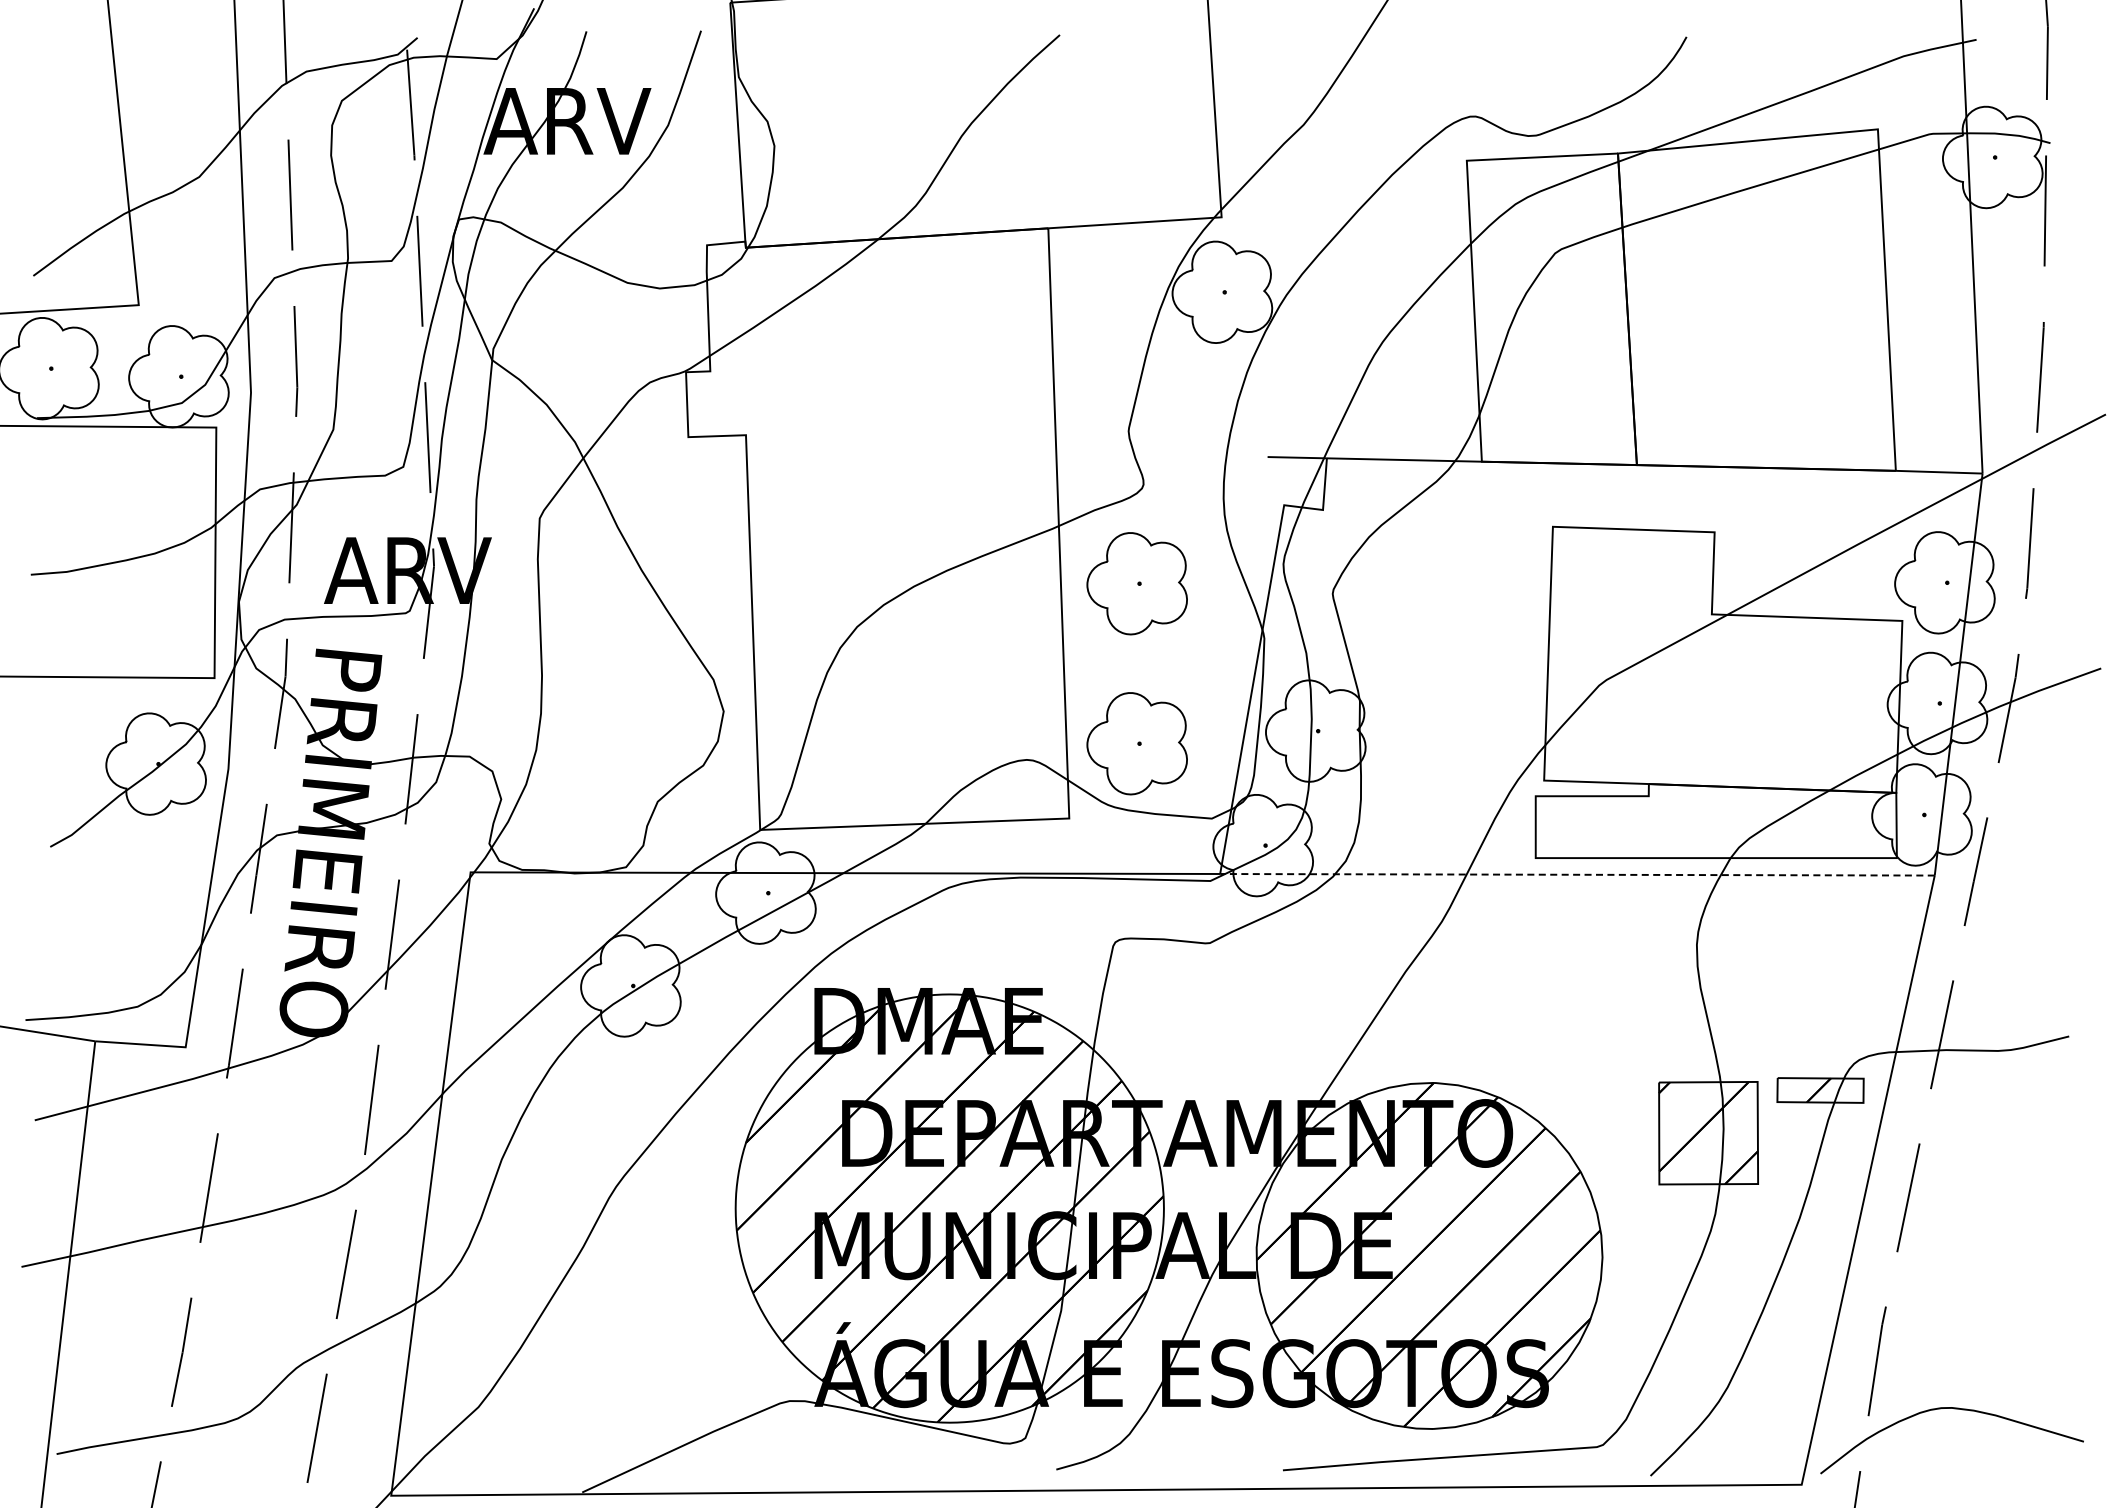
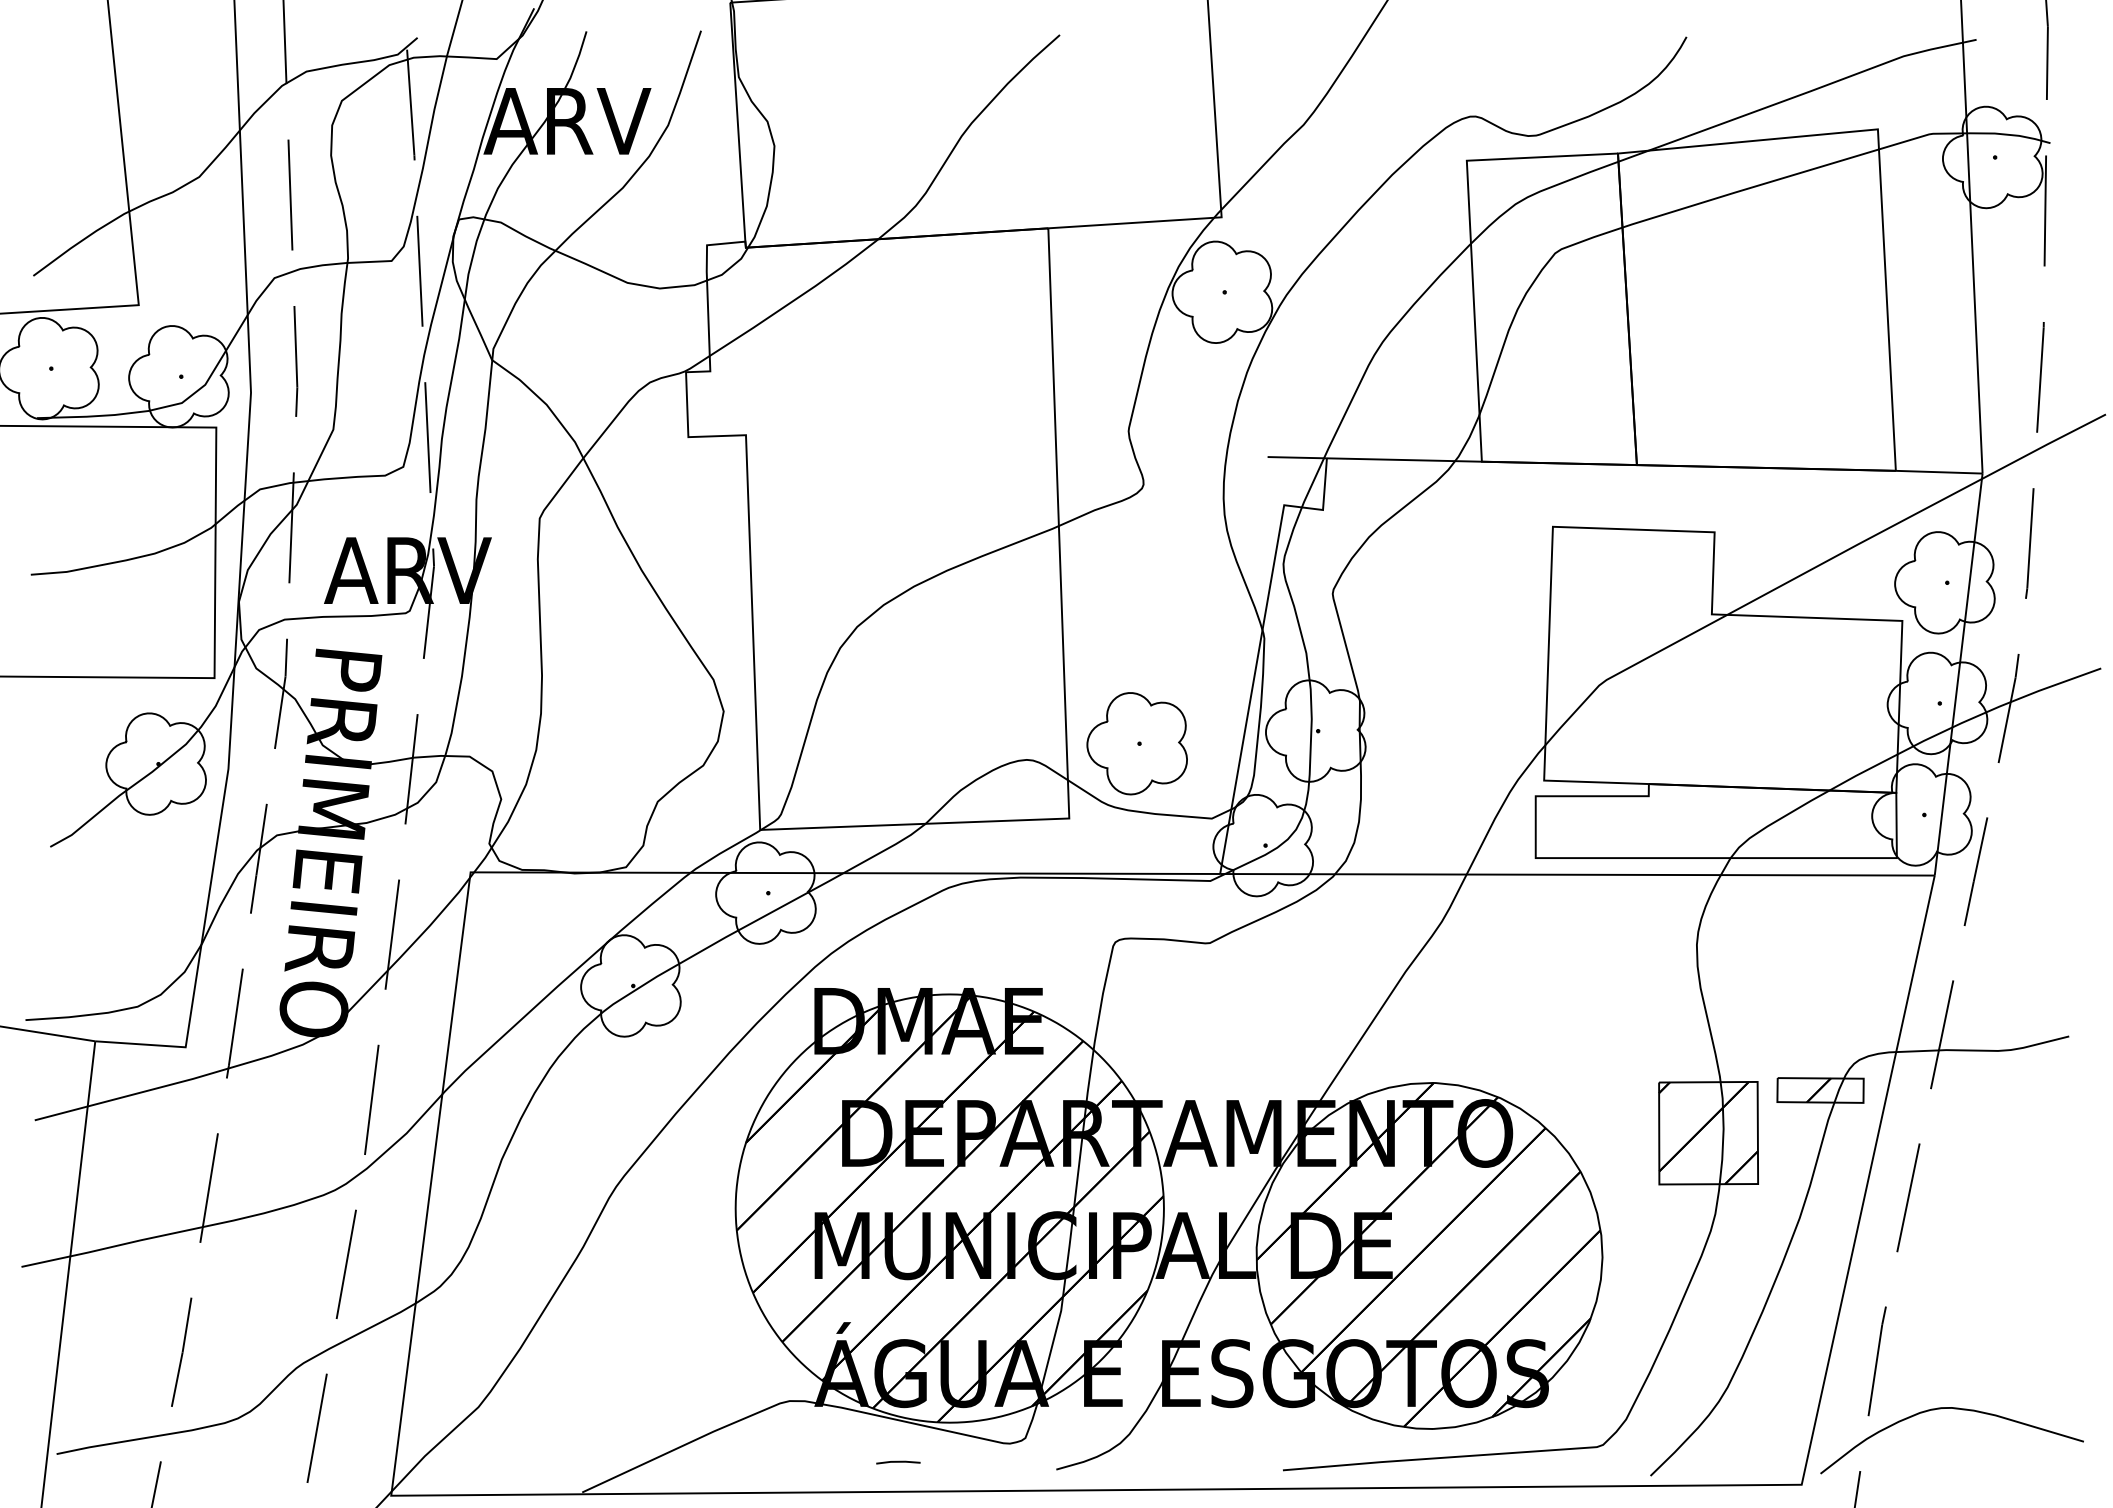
part at (1136, 583): present -> none
line at (1576, 874): dashed -> solid
line at (898, 1462): none -> present
